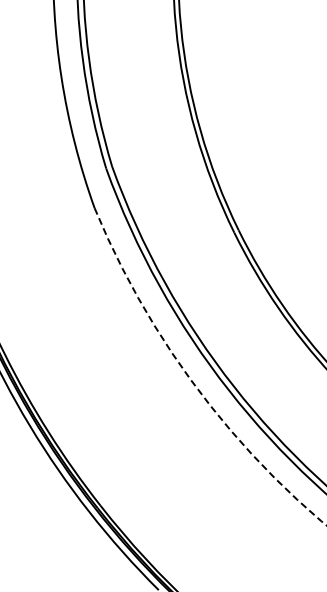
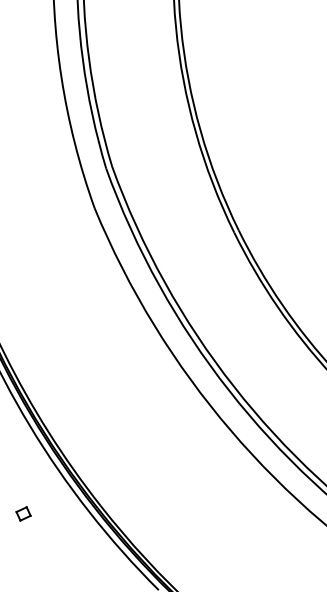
arc at (192, 382): dashed -> solid
part at (23, 513): none -> present
